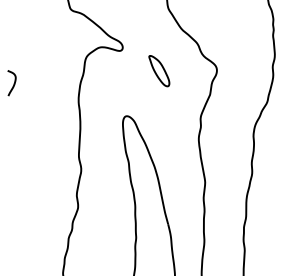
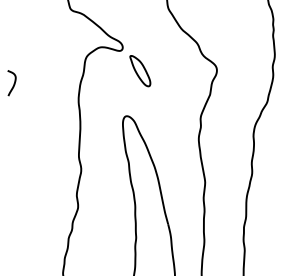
part at (159, 71) position: (159, 71) -> (140, 71)
